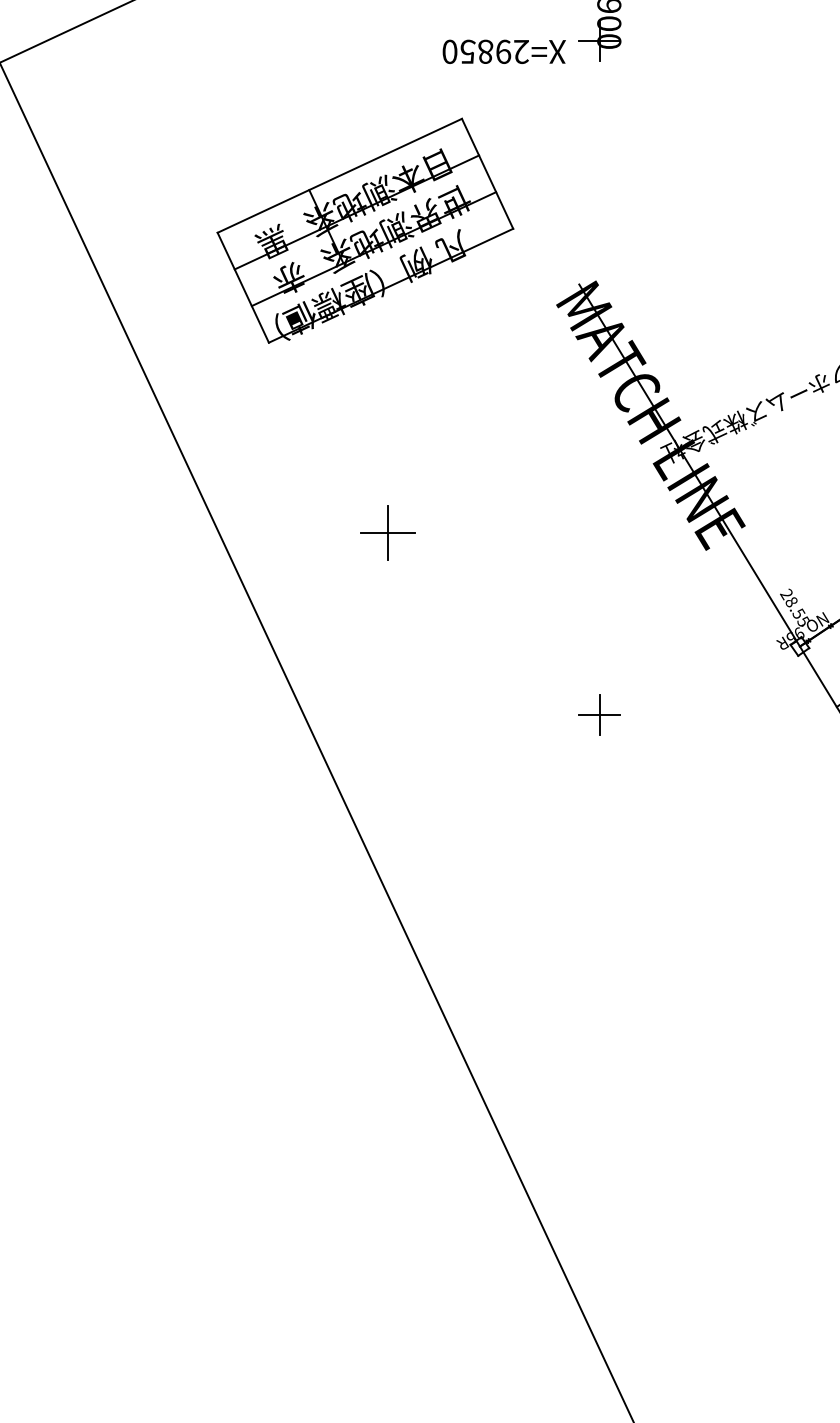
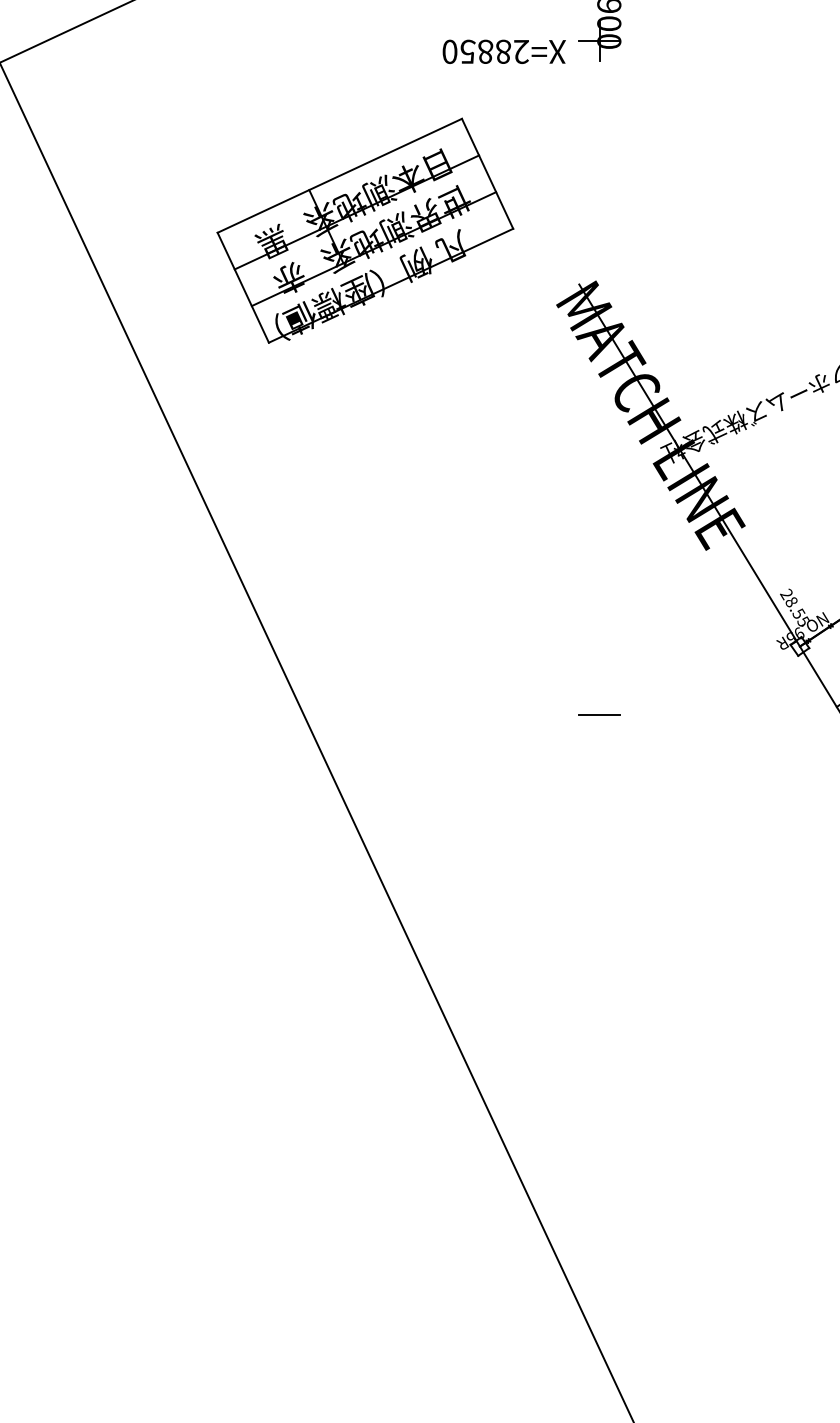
text at (503, 51): X=29850 -> X=28850
part at (387, 532): present -> none
line at (599, 714): present -> none
